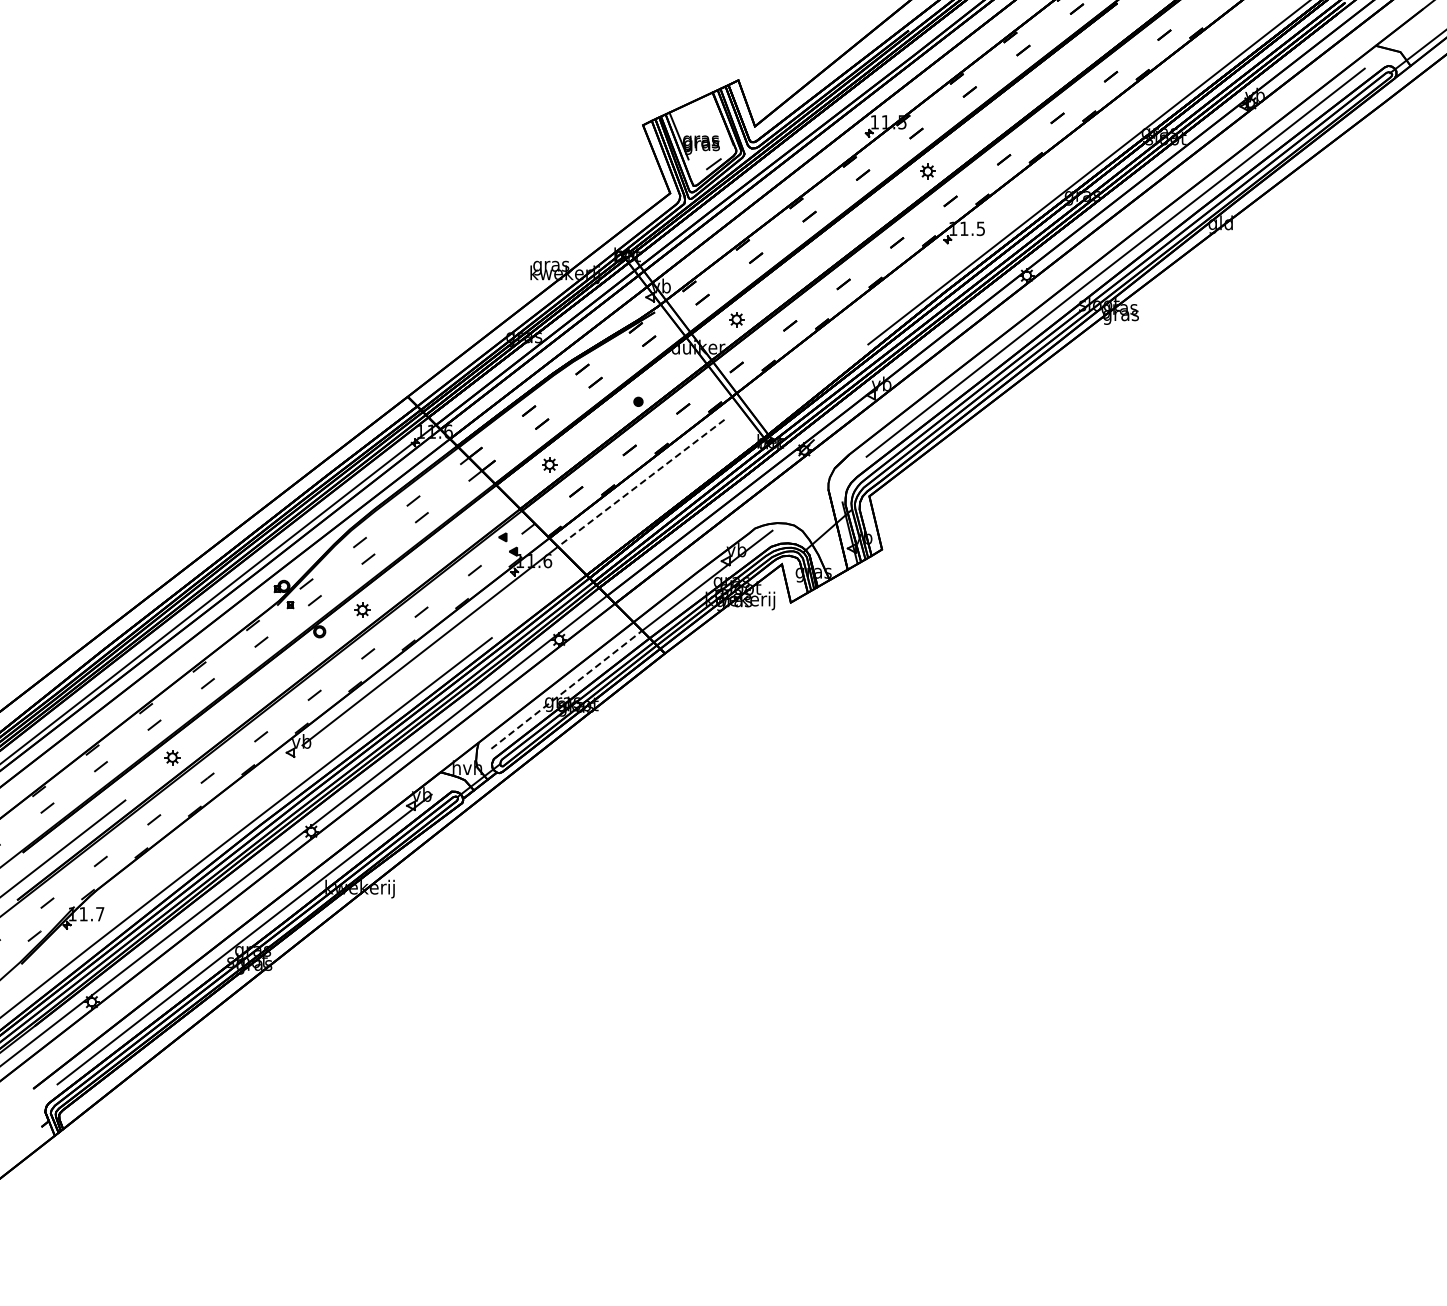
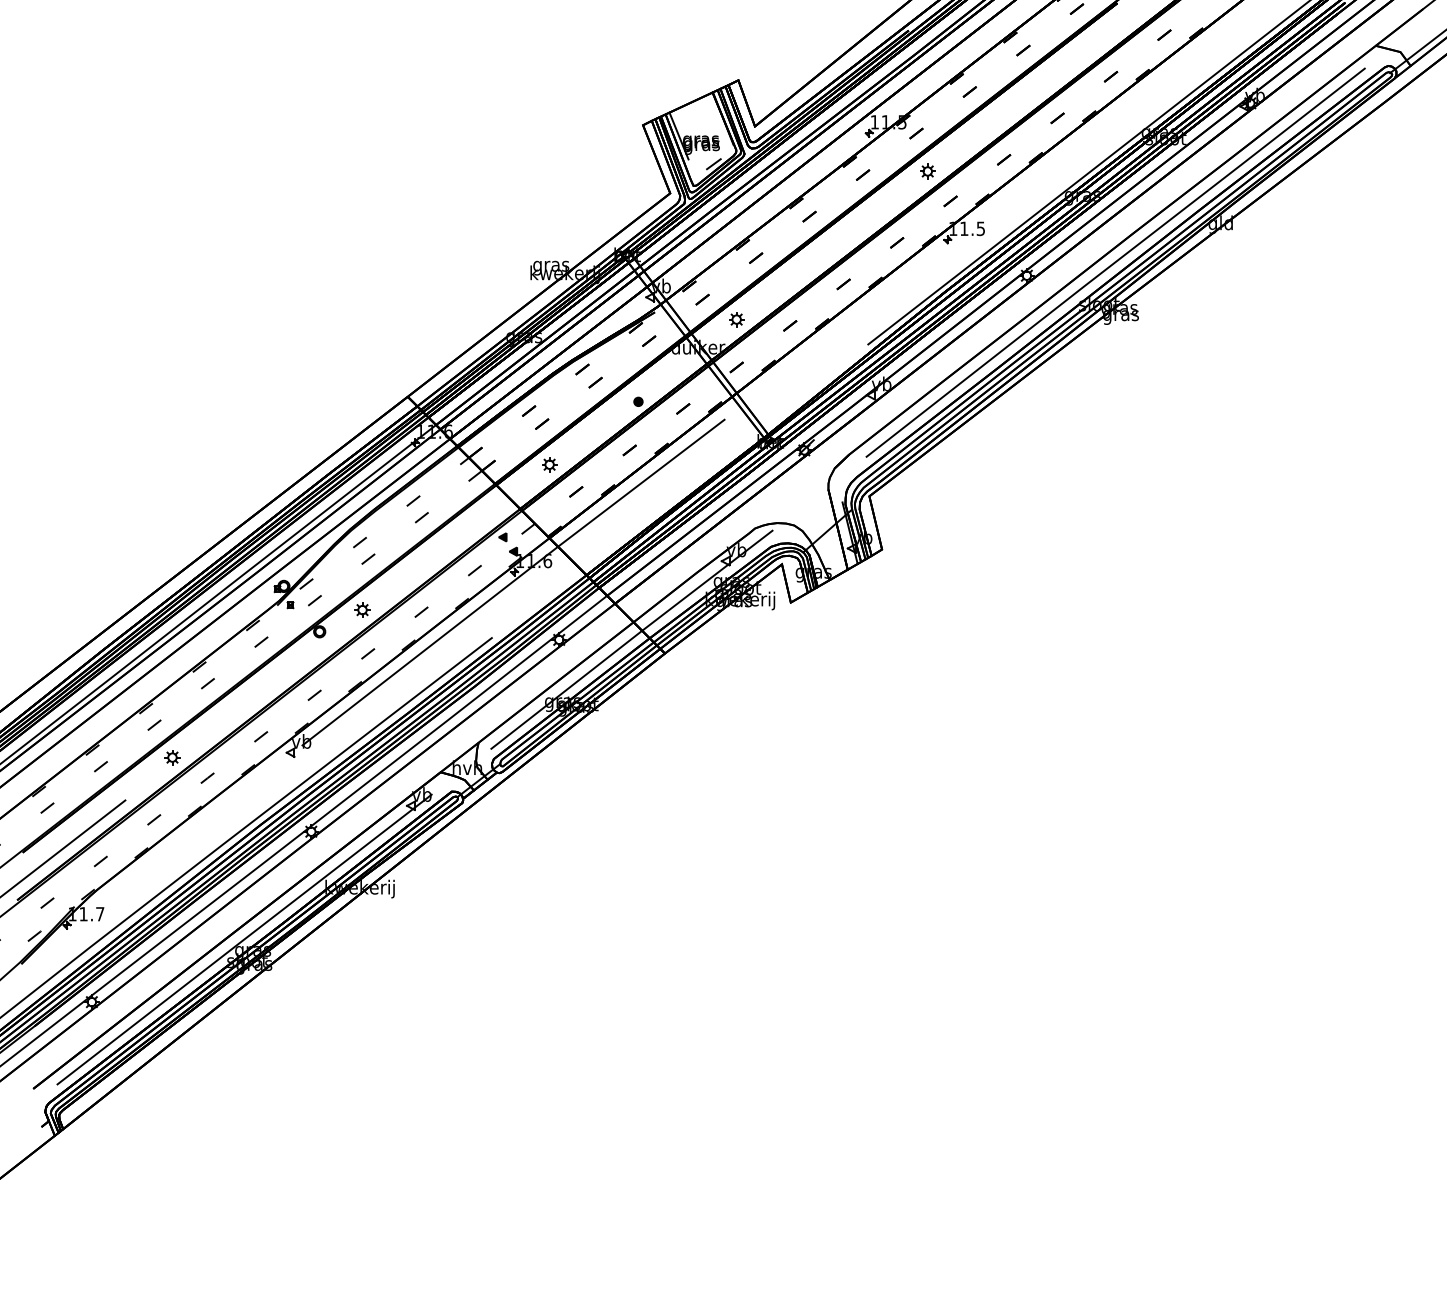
line at (641, 483): dashed -> solid
line at (566, 689): dashed -> solid
